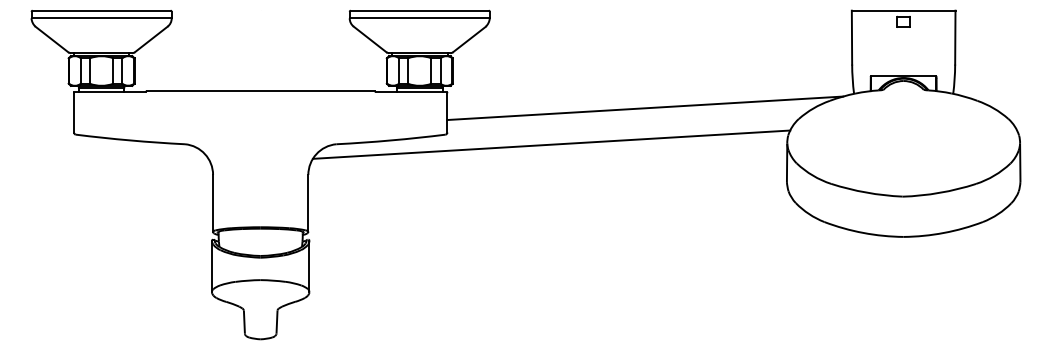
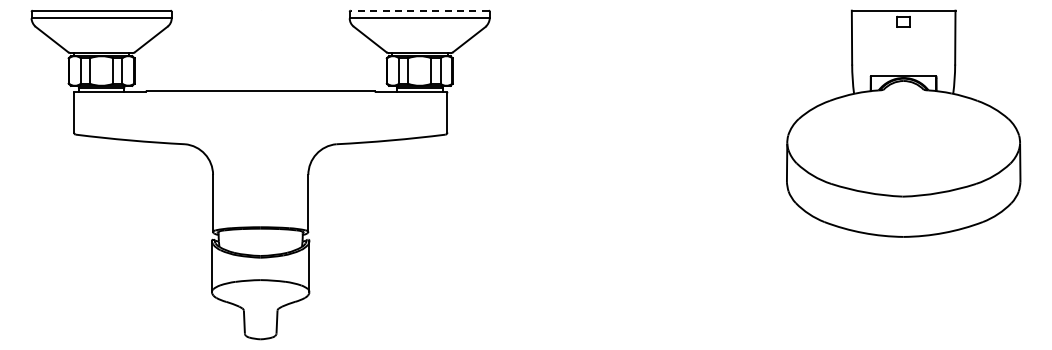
line at (419, 10): solid -> dashed
line at (645, 108): present -> none
line at (551, 144): present -> none
